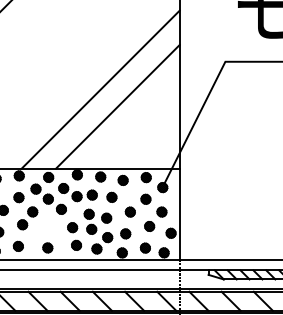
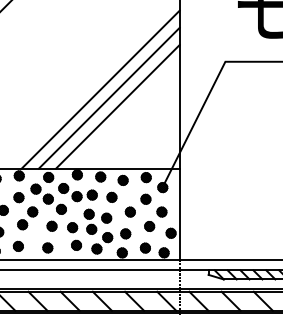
line at (108, 97): none -> present
part at (51, 225): none -> present
